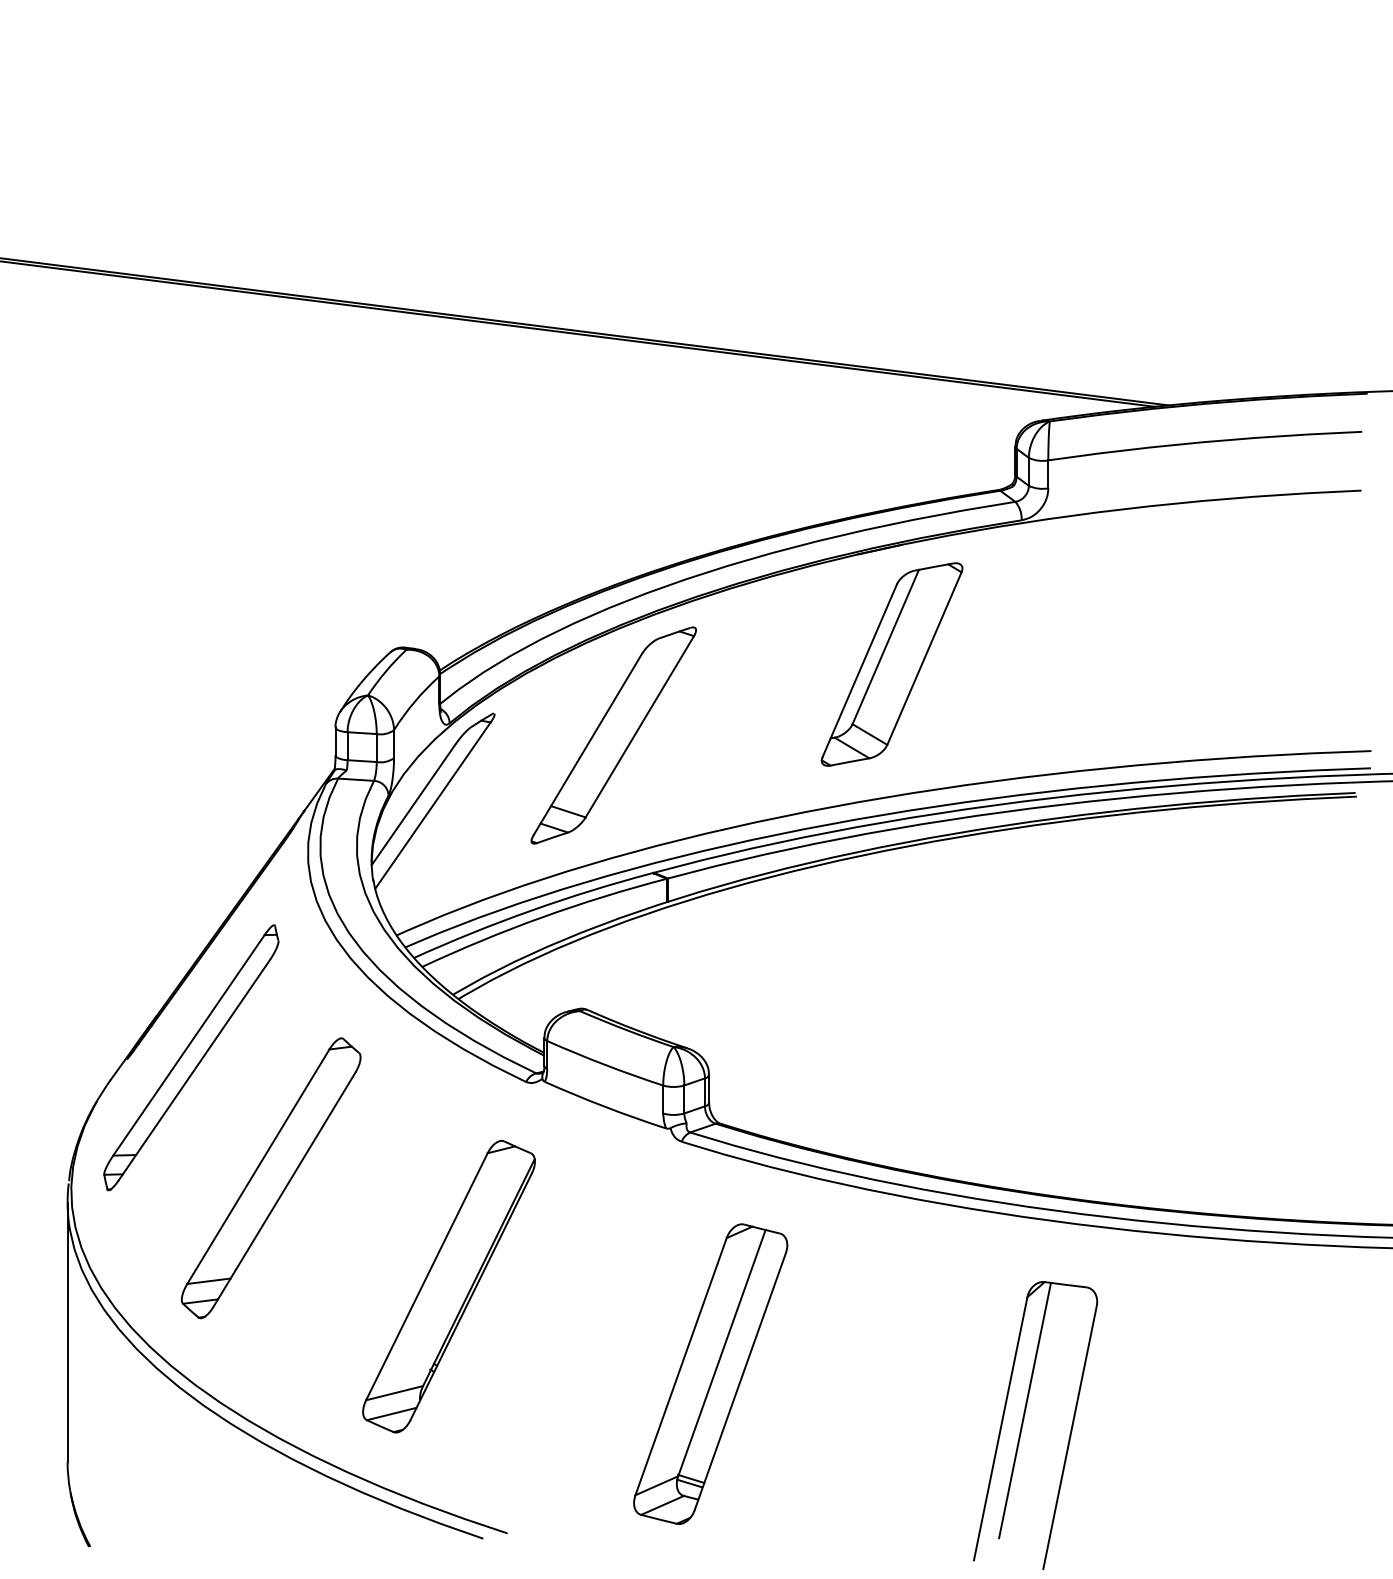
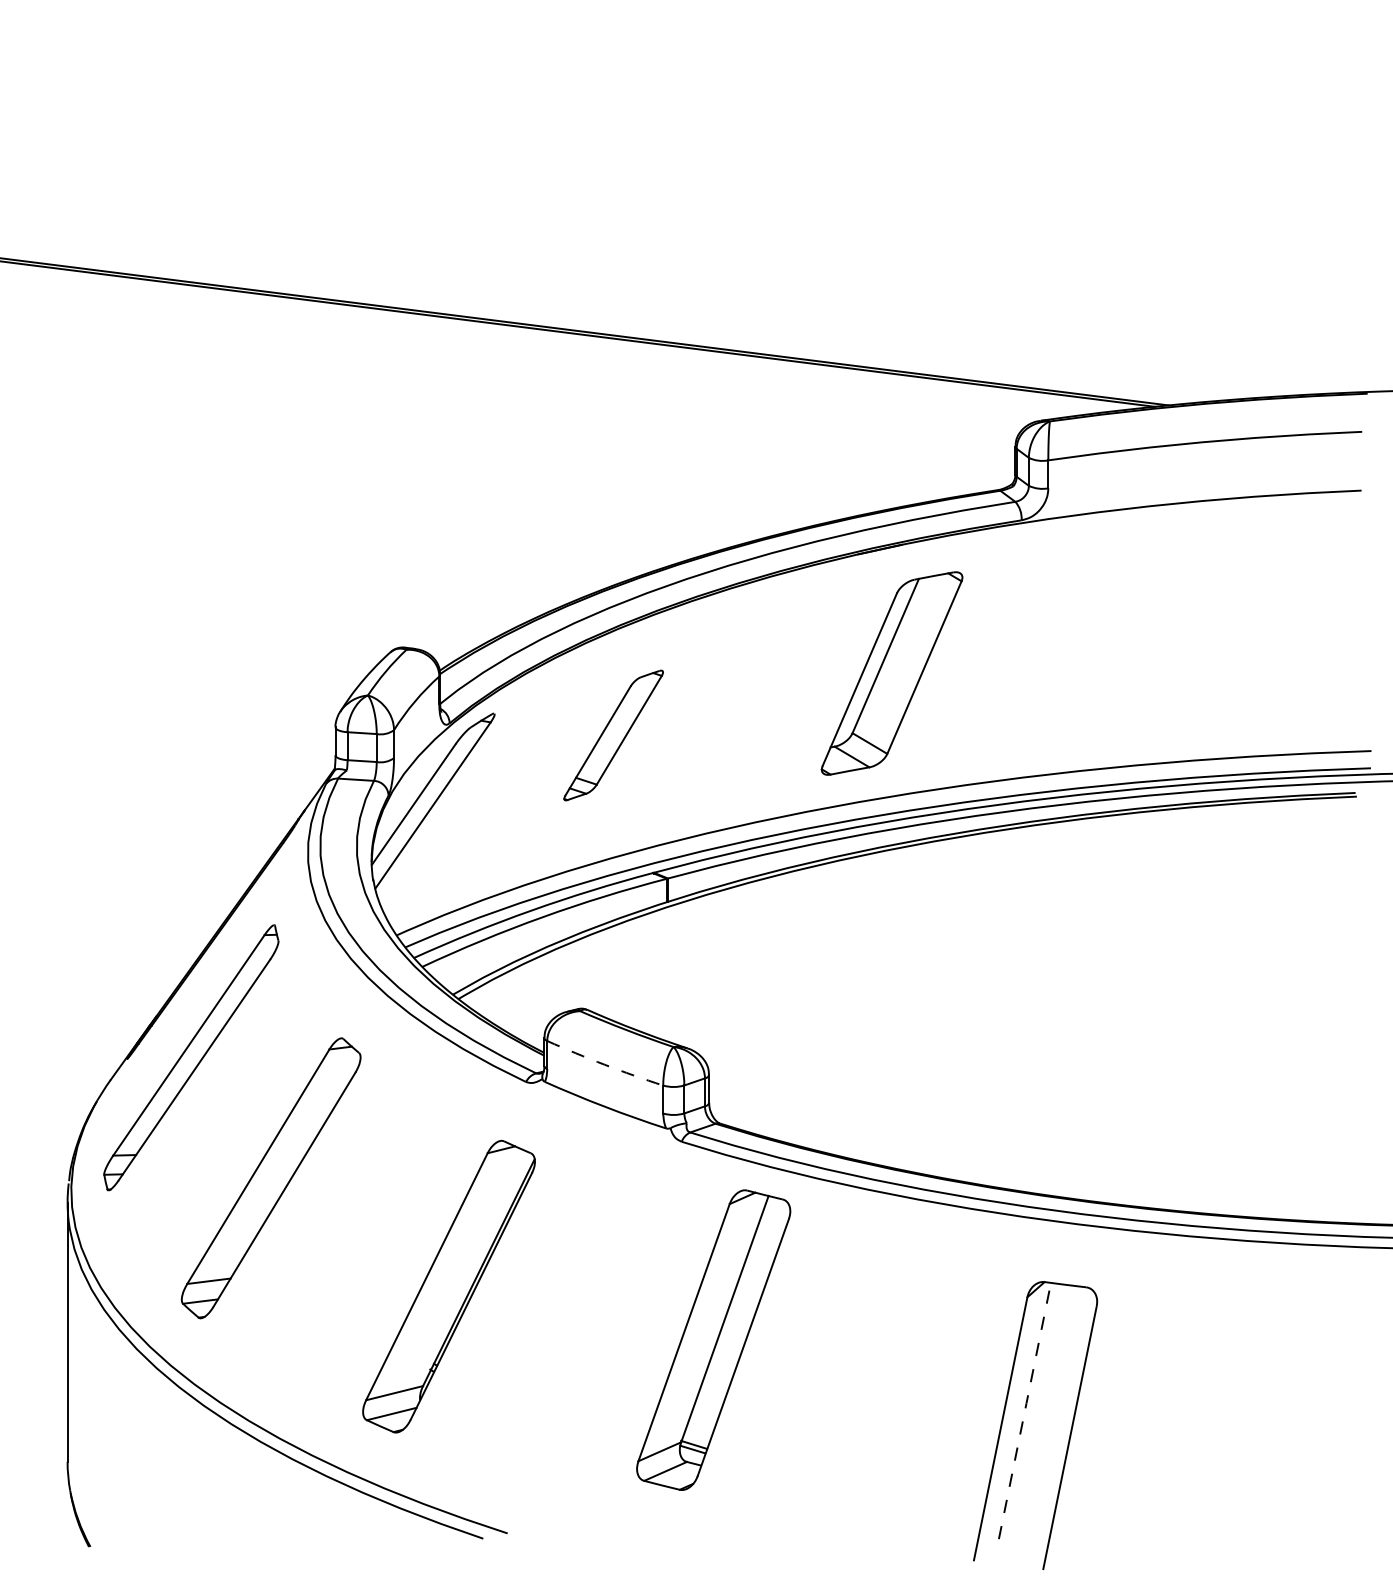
part at (891, 664) position: (891, 664) -> (891, 673)
part at (613, 735) size: 167x219 px -> 101x133 px
arc at (604, 1064): solid -> dashed
part at (710, 1373) position: (710, 1373) -> (713, 1339)
line at (1025, 1410): solid -> dashed
